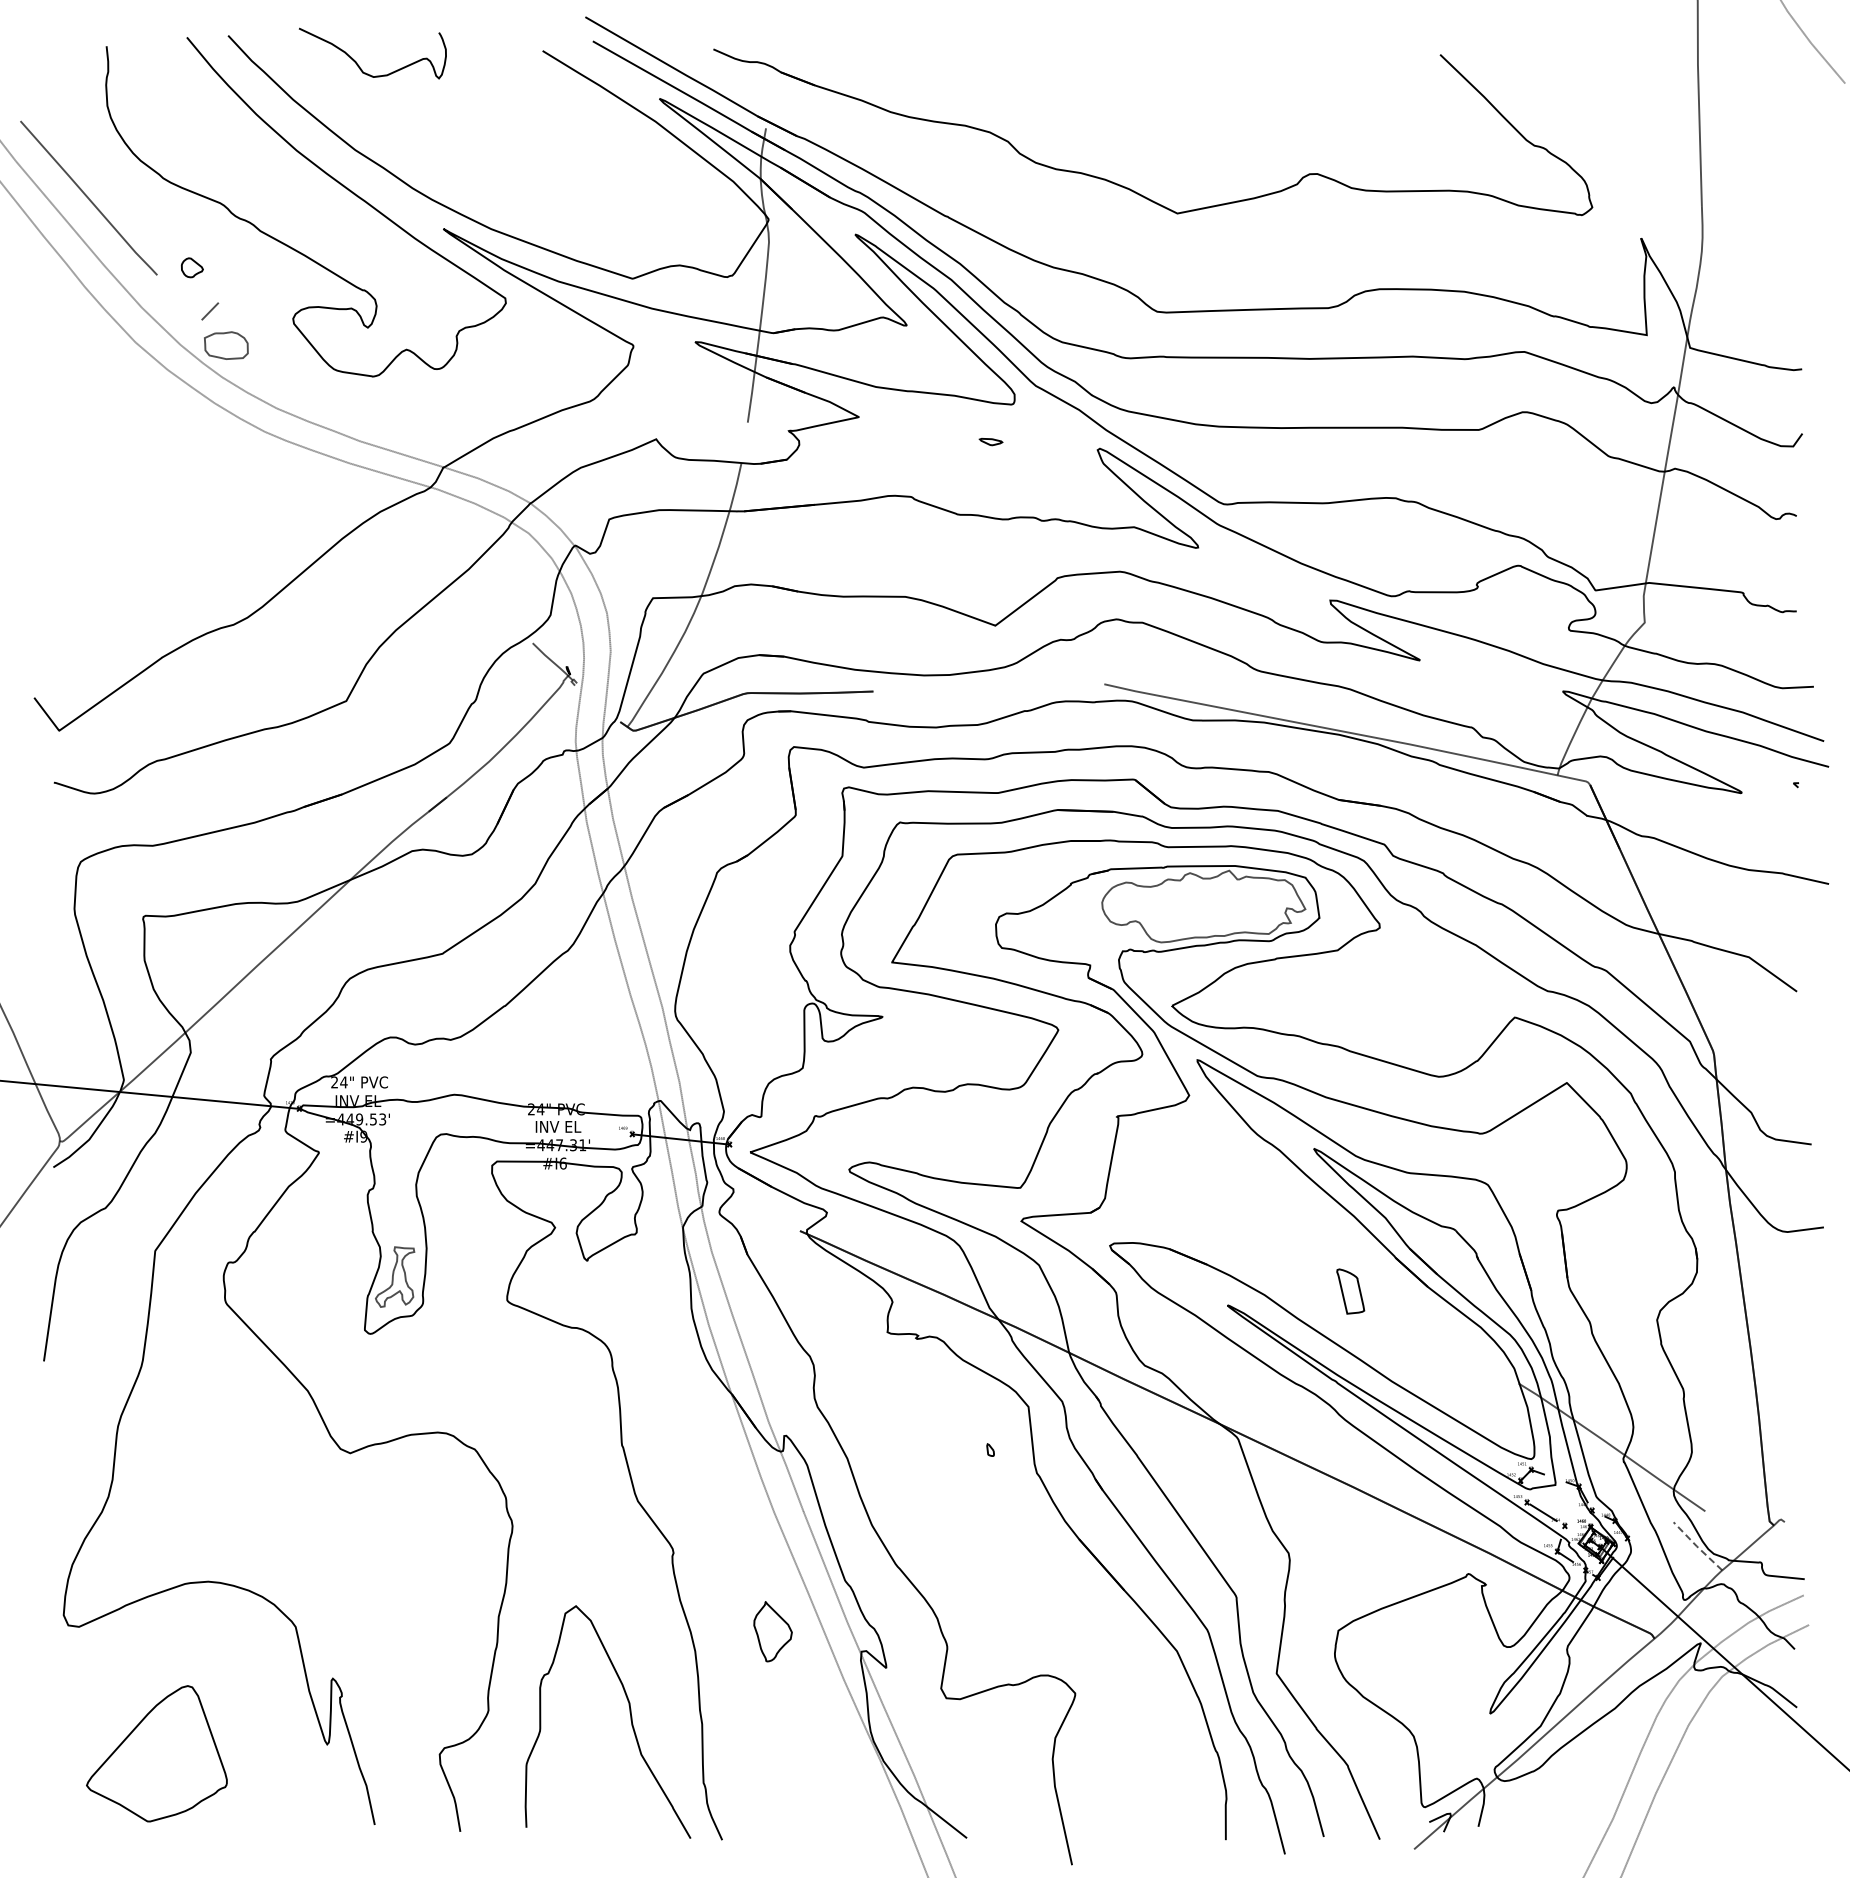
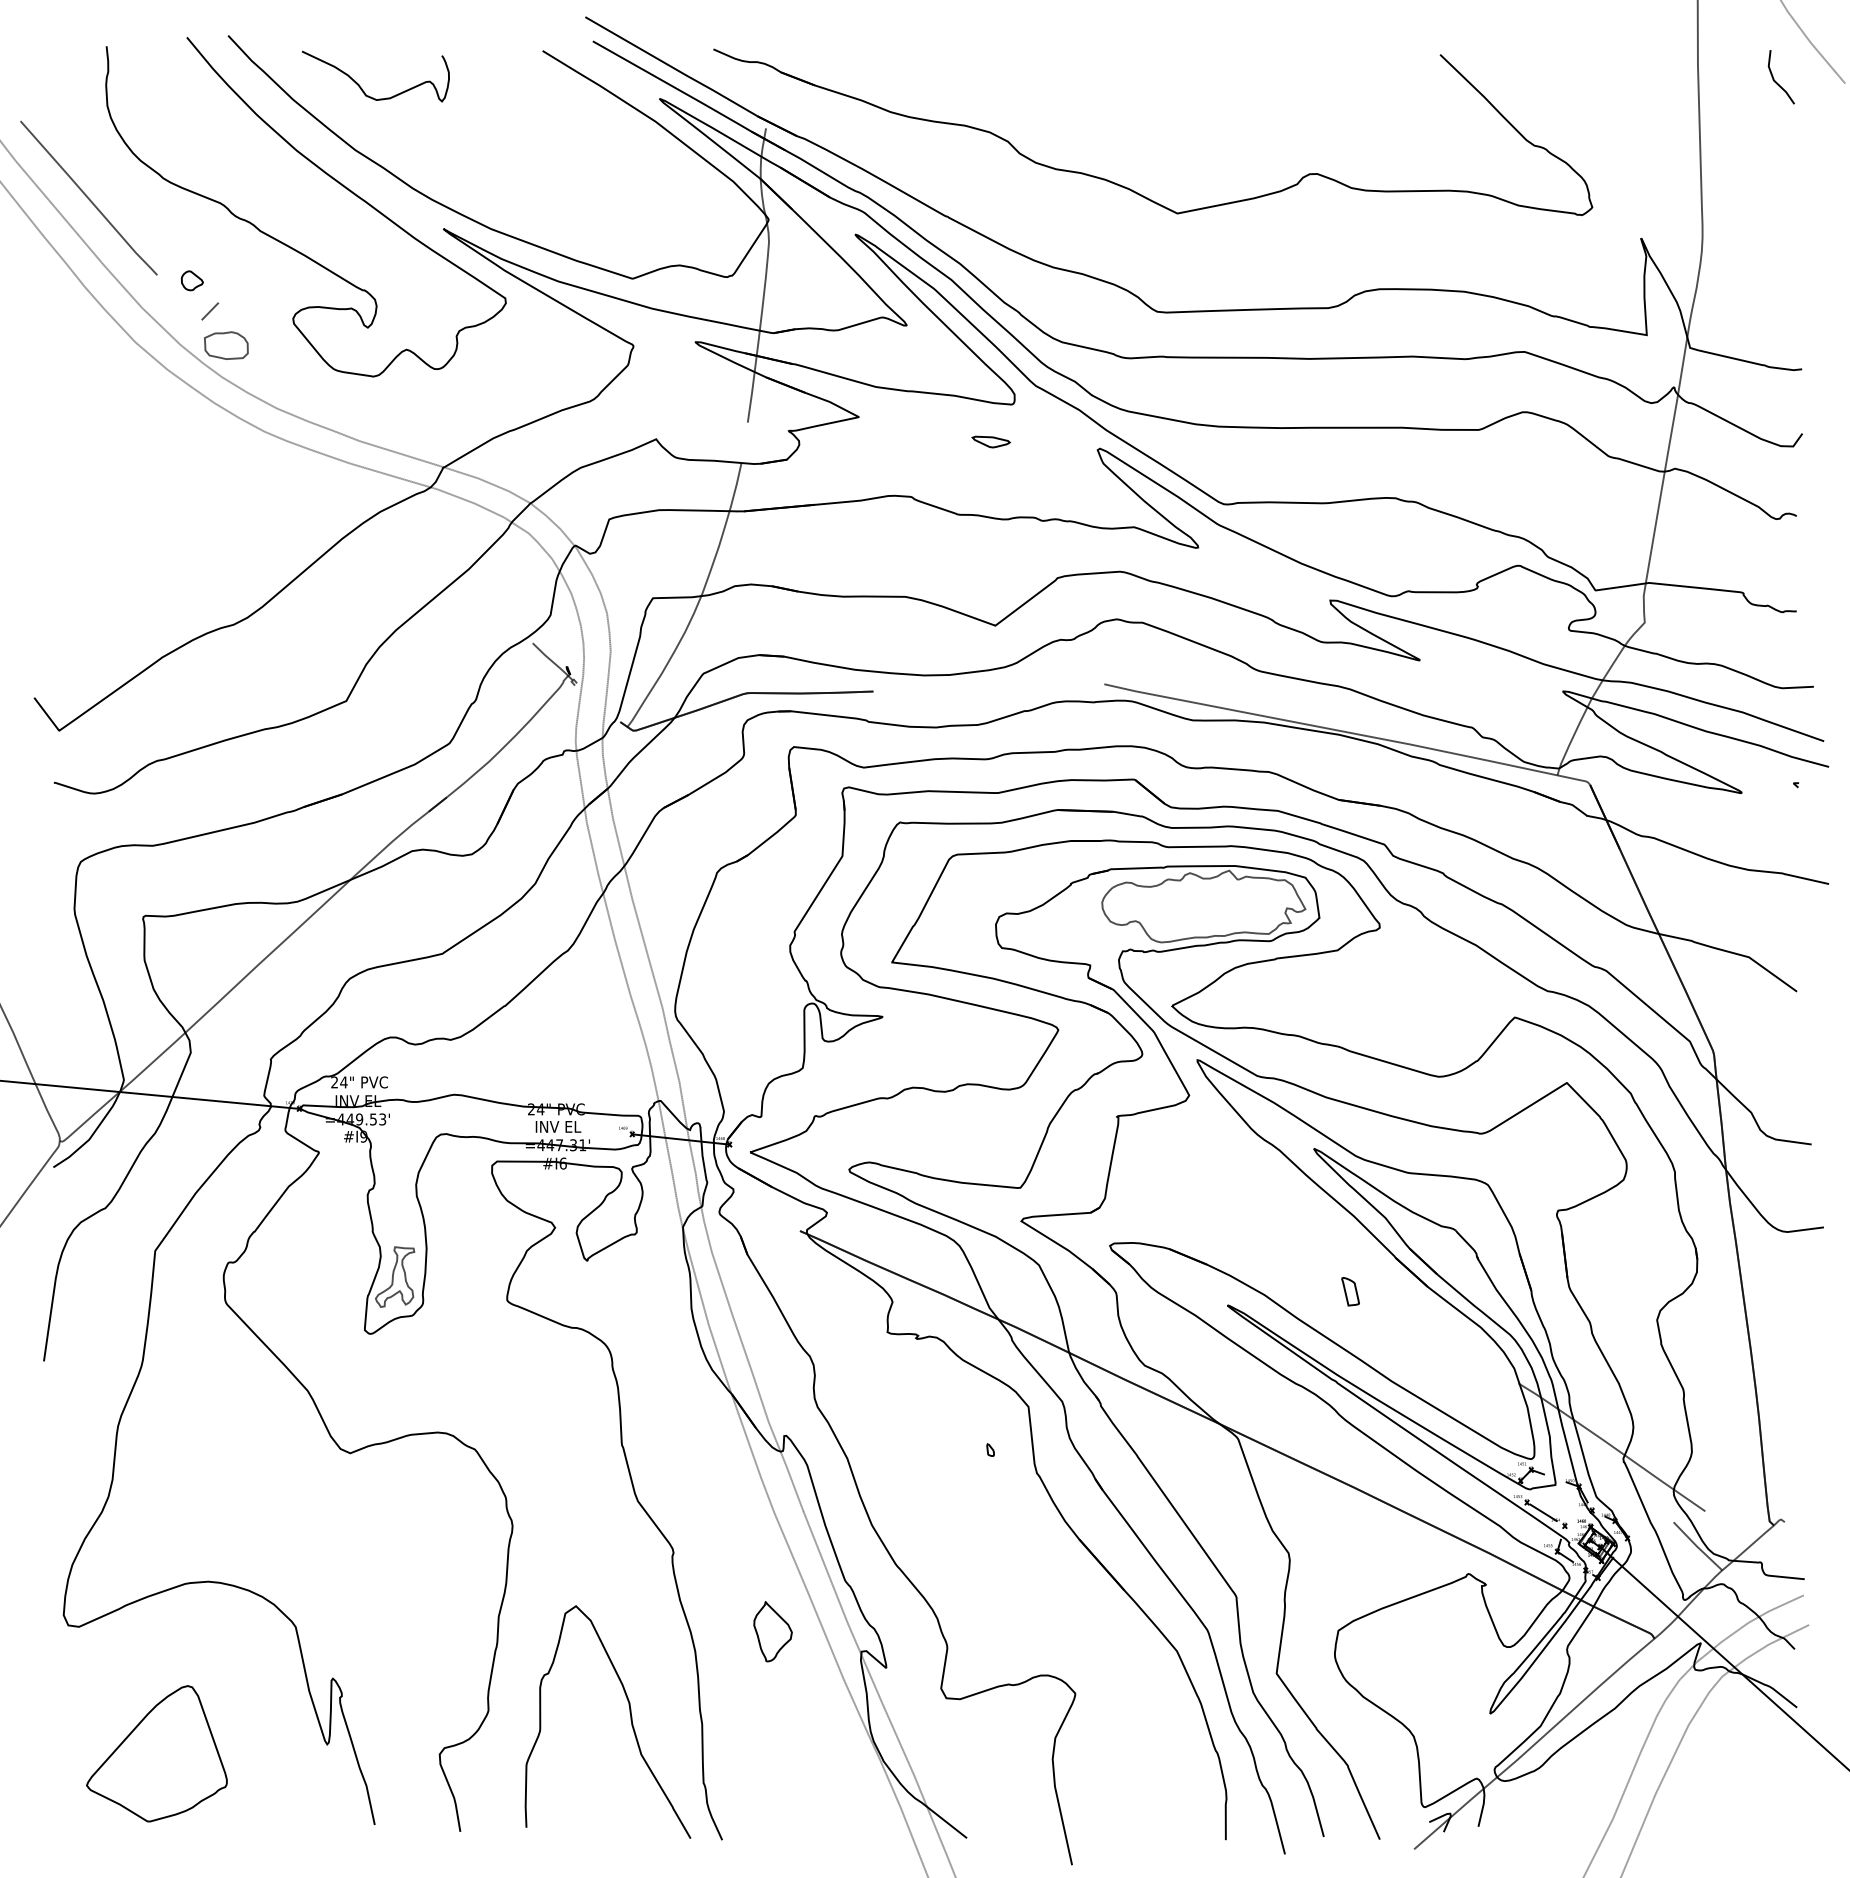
curve at (357, 62) position: (357, 62) -> (360, 85)
line at (1776, 81): none -> present
part at (191, 267) position: (191, 267) -> (191, 280)
part at (990, 442) size: 26x9 px -> 40x14 px
part at (1350, 1291) size: 30x47 px -> 19x30 px
line at (1696, 1546): dashed -> solid
